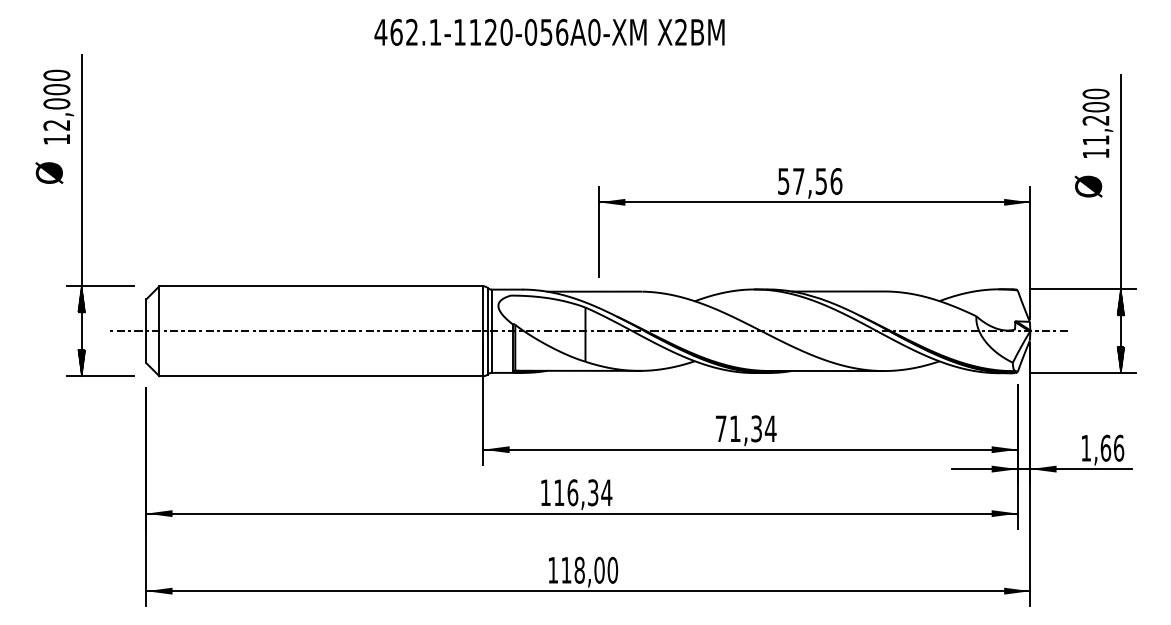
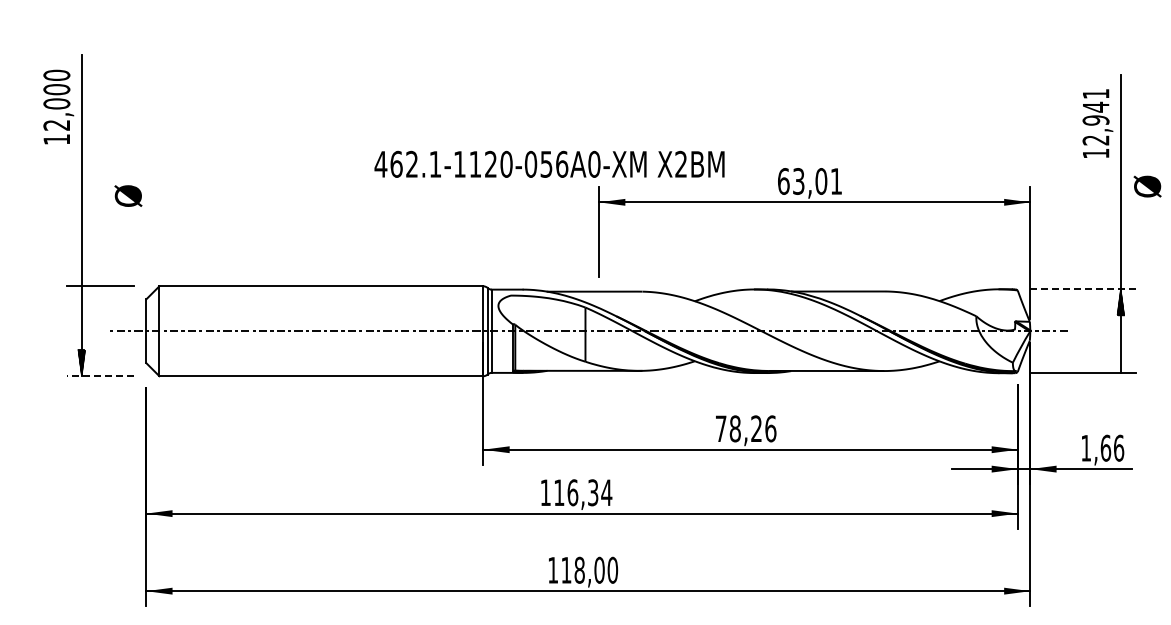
text at (549, 31) position: (549, 31) -> (549, 163)
text at (1095, 116): 11,200 -> 12,941
text at (49, 172) position: (49, 172) -> (128, 195)
text at (810, 181): 57,56 -> 63,01
text at (1088, 186) position: (1088, 186) -> (1147, 186)
line at (1083, 289): solid -> dashed
hatch at (81, 299): present -> none
hatch at (1120, 359): present -> none
line at (100, 376): solid -> dashed
text at (752, 428): 71,34 -> 78,26
